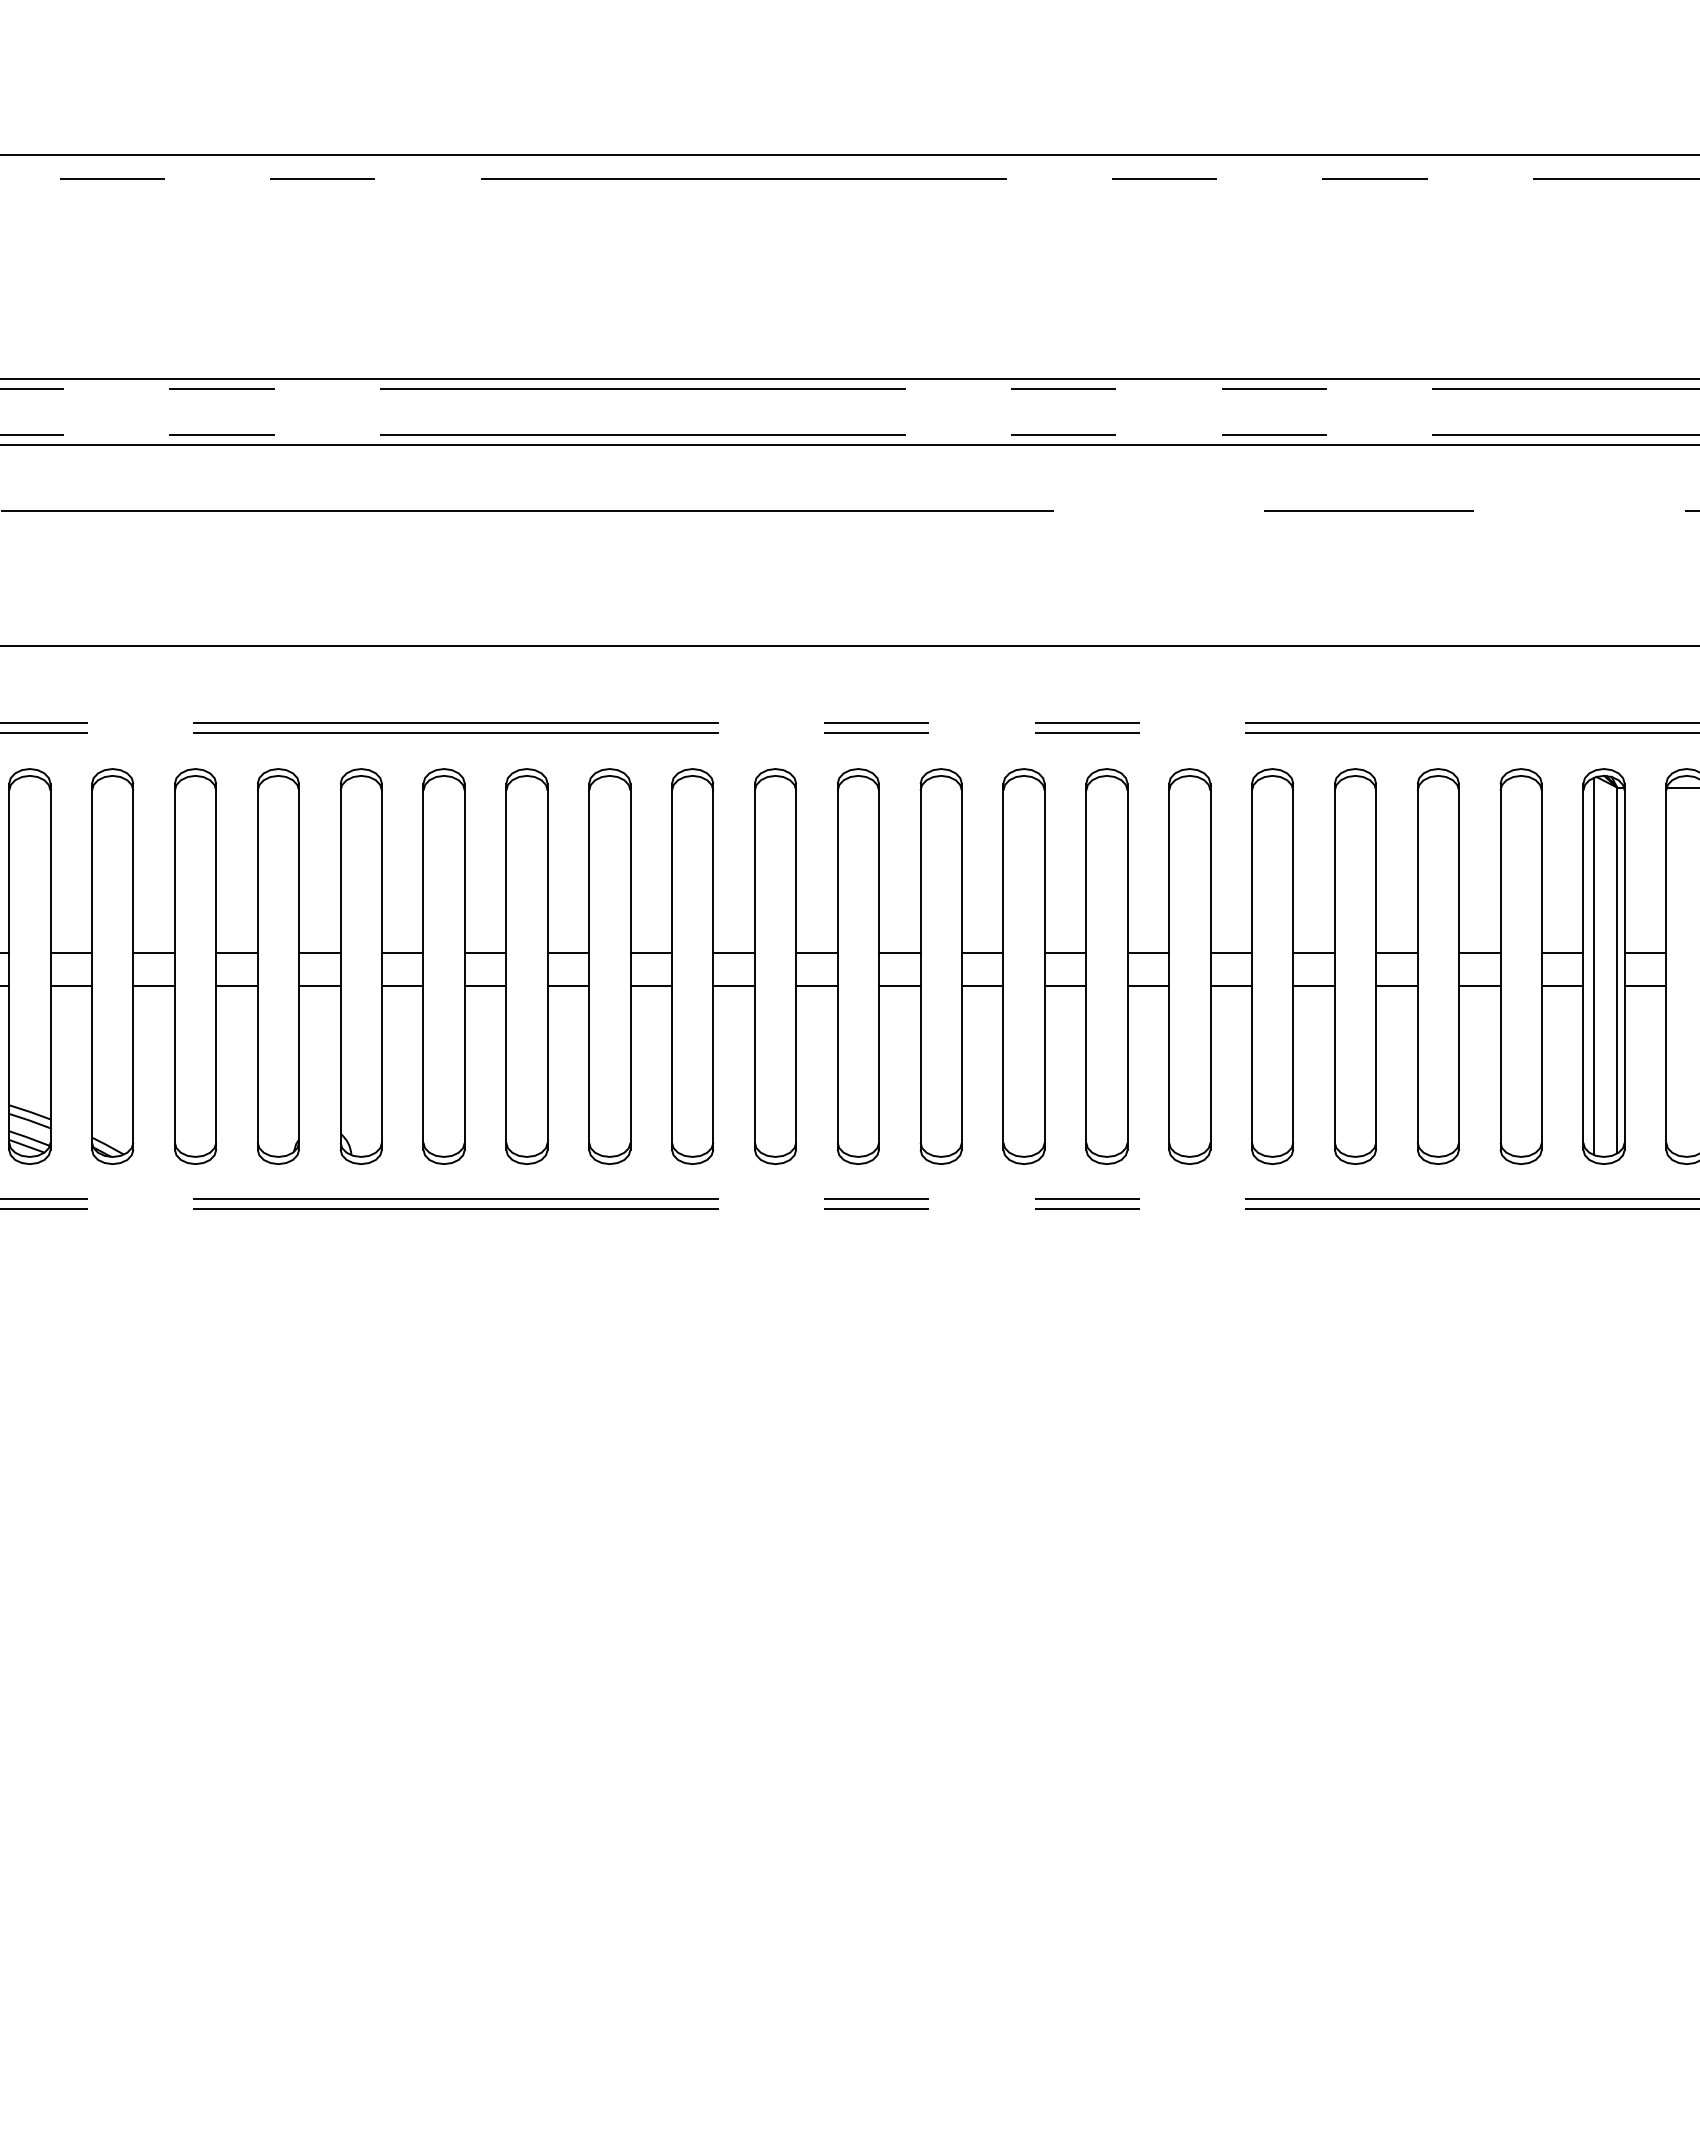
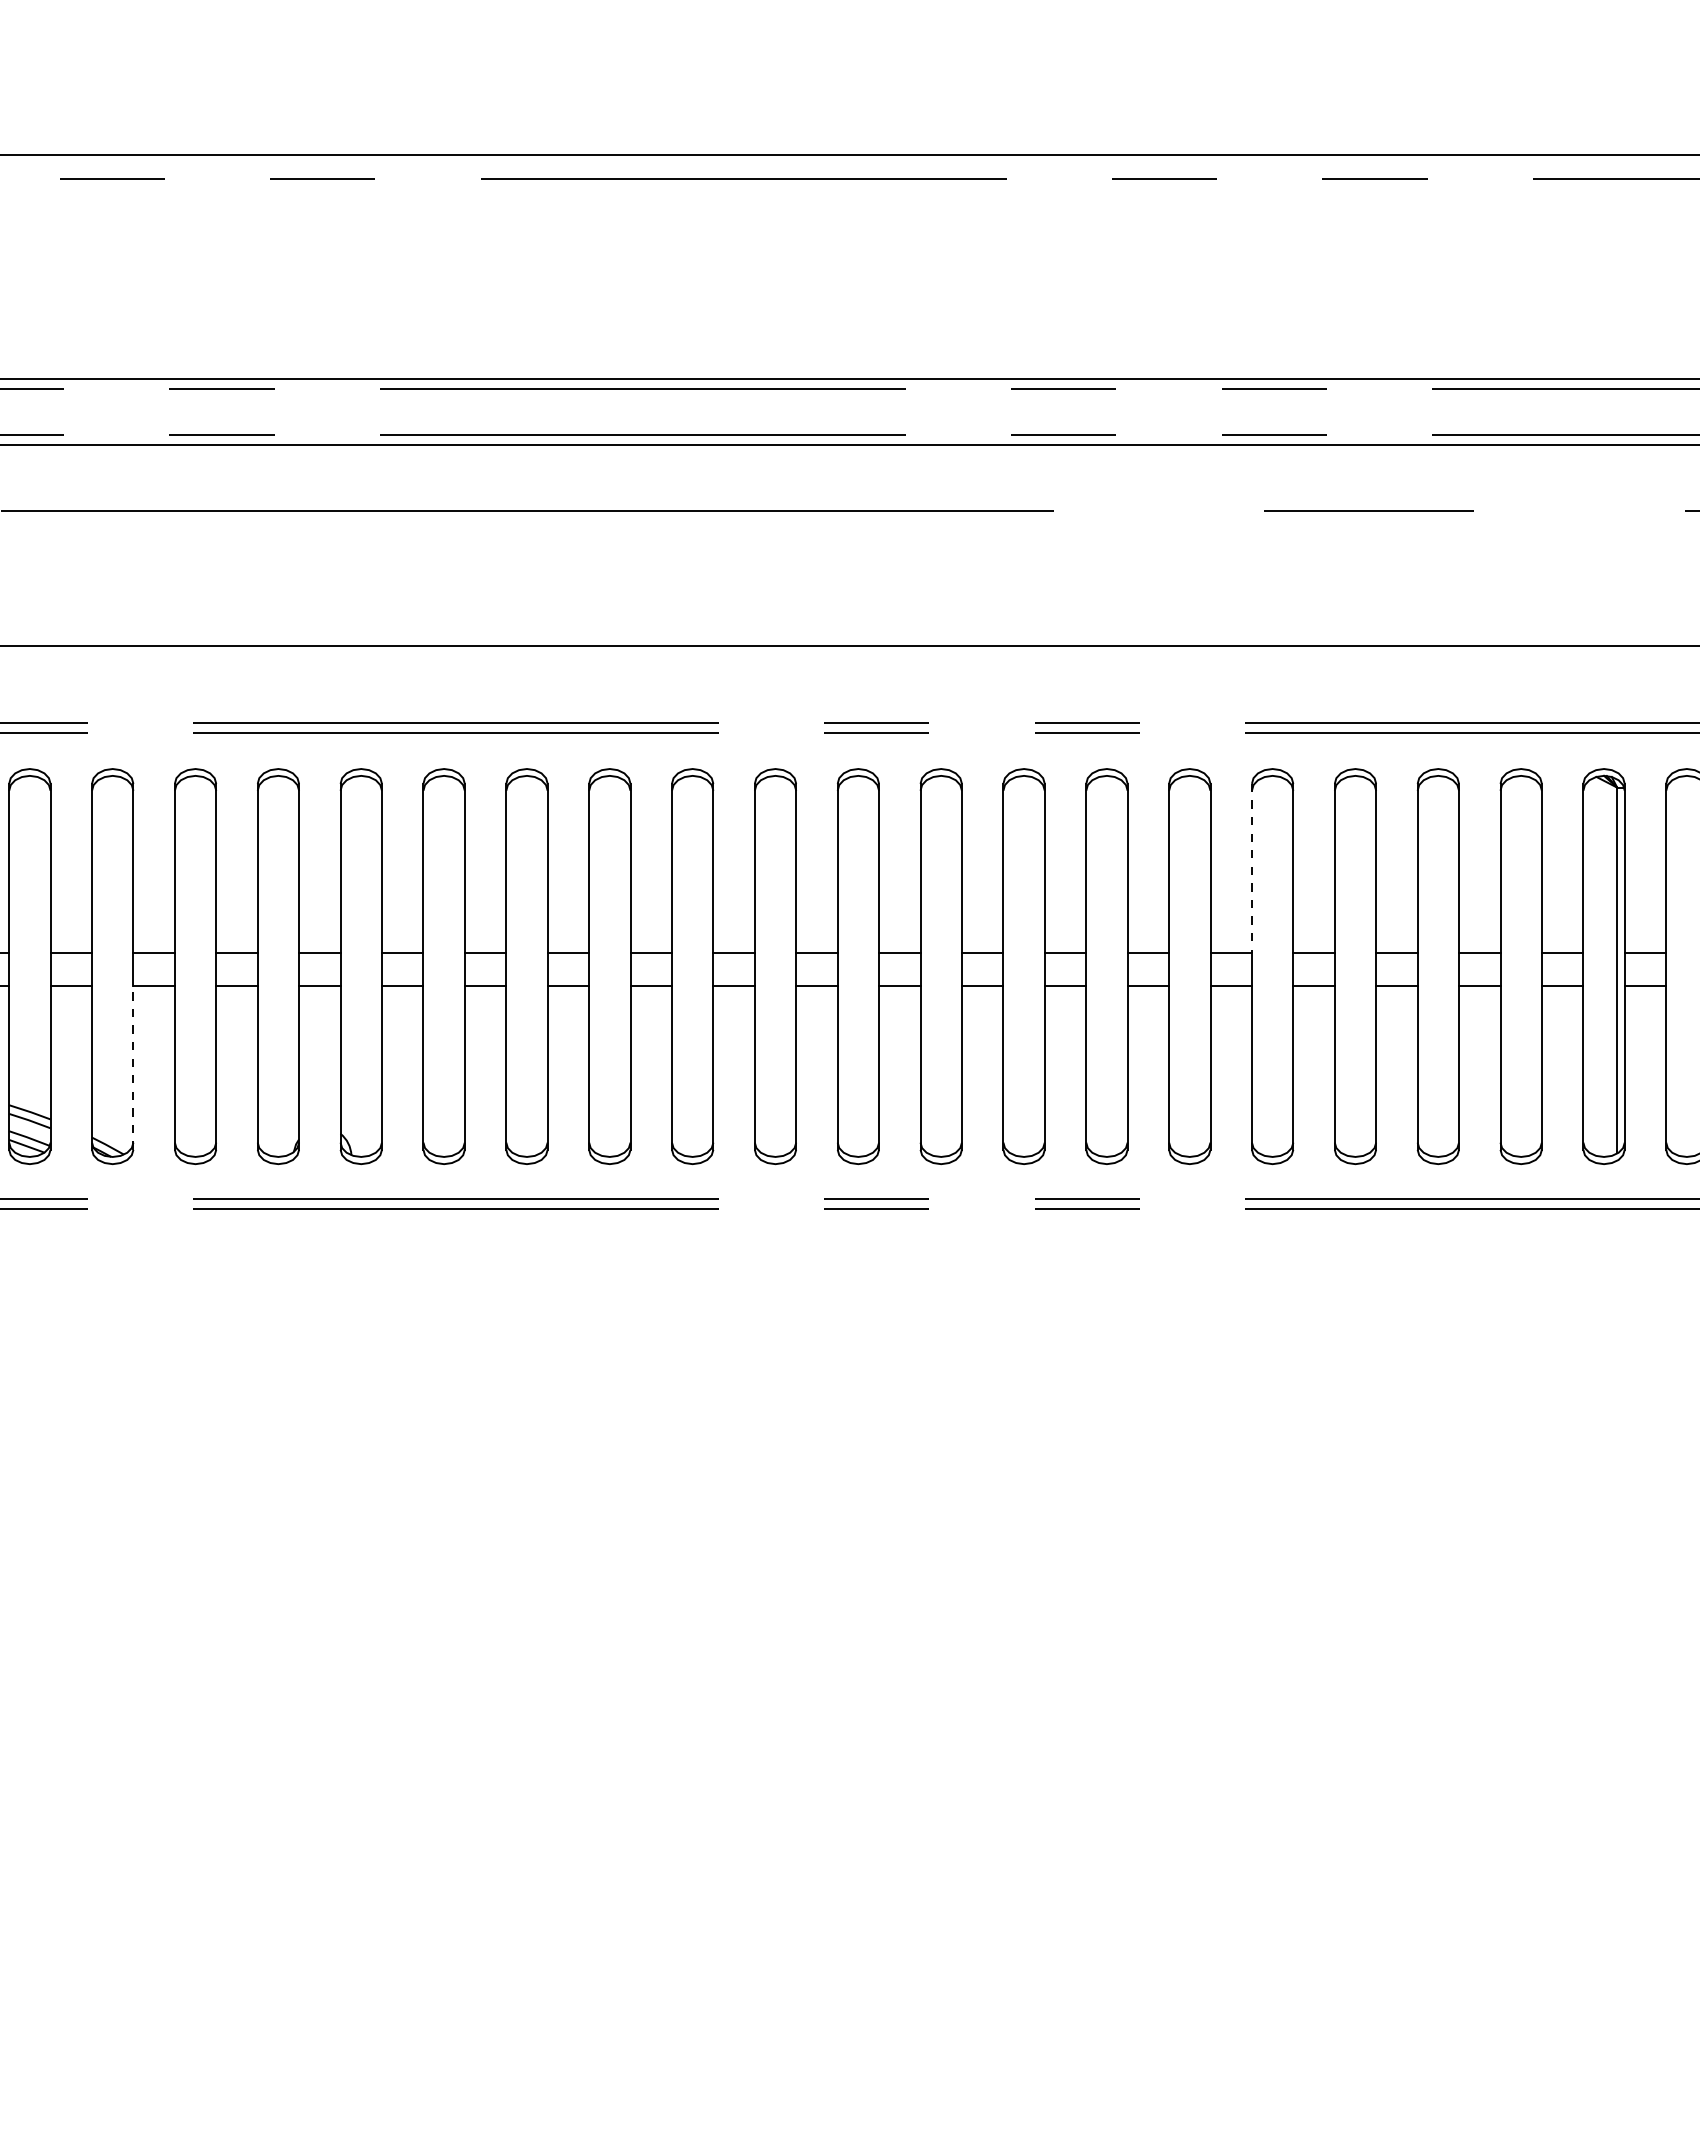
line at (1680, 787): present -> none
line at (1251, 868): solid -> dashed
line at (1593, 966): present -> none
line at (133, 1068): solid -> dashed
